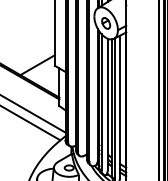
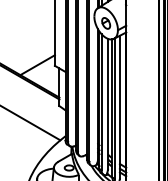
line at (33, 114): present -> none
